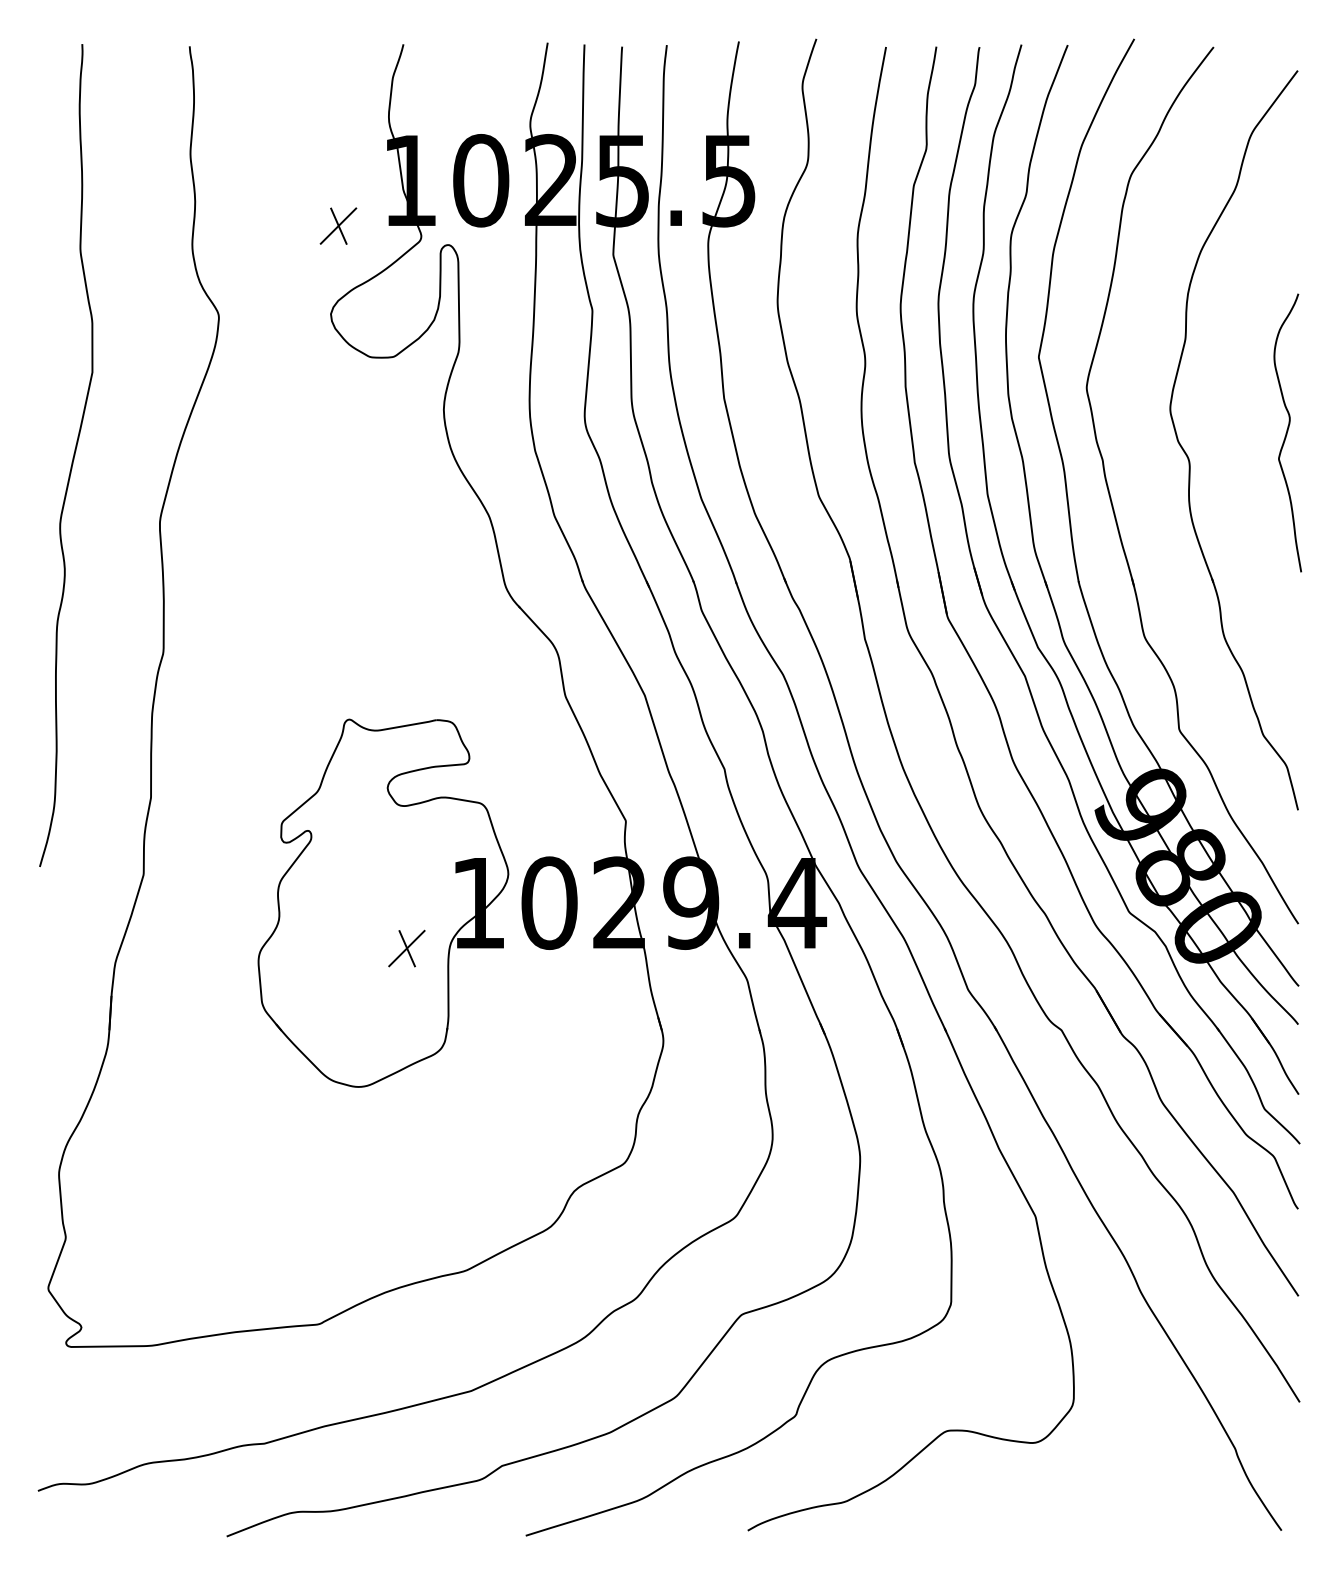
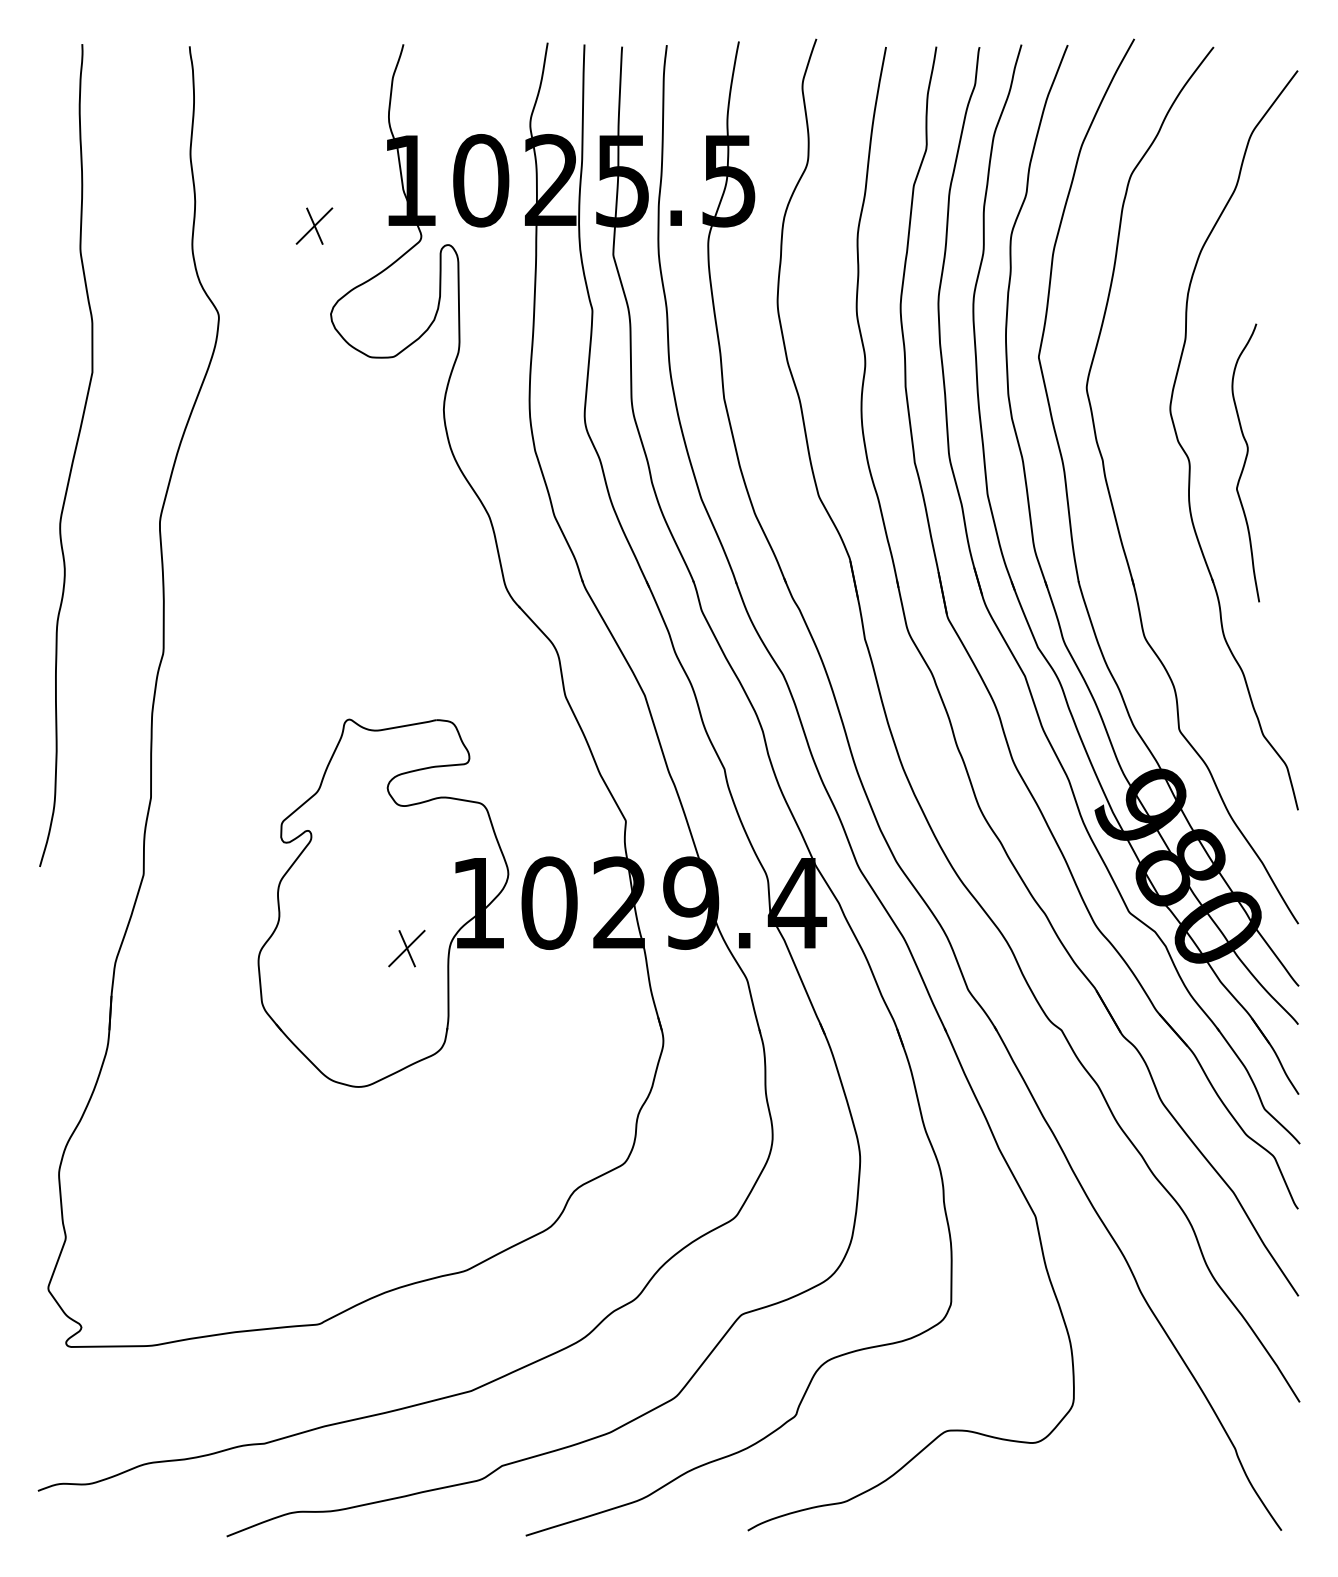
part at (338, 225) position: (338, 225) -> (314, 225)
curve at (1287, 432) position: (1287, 432) -> (1245, 462)
